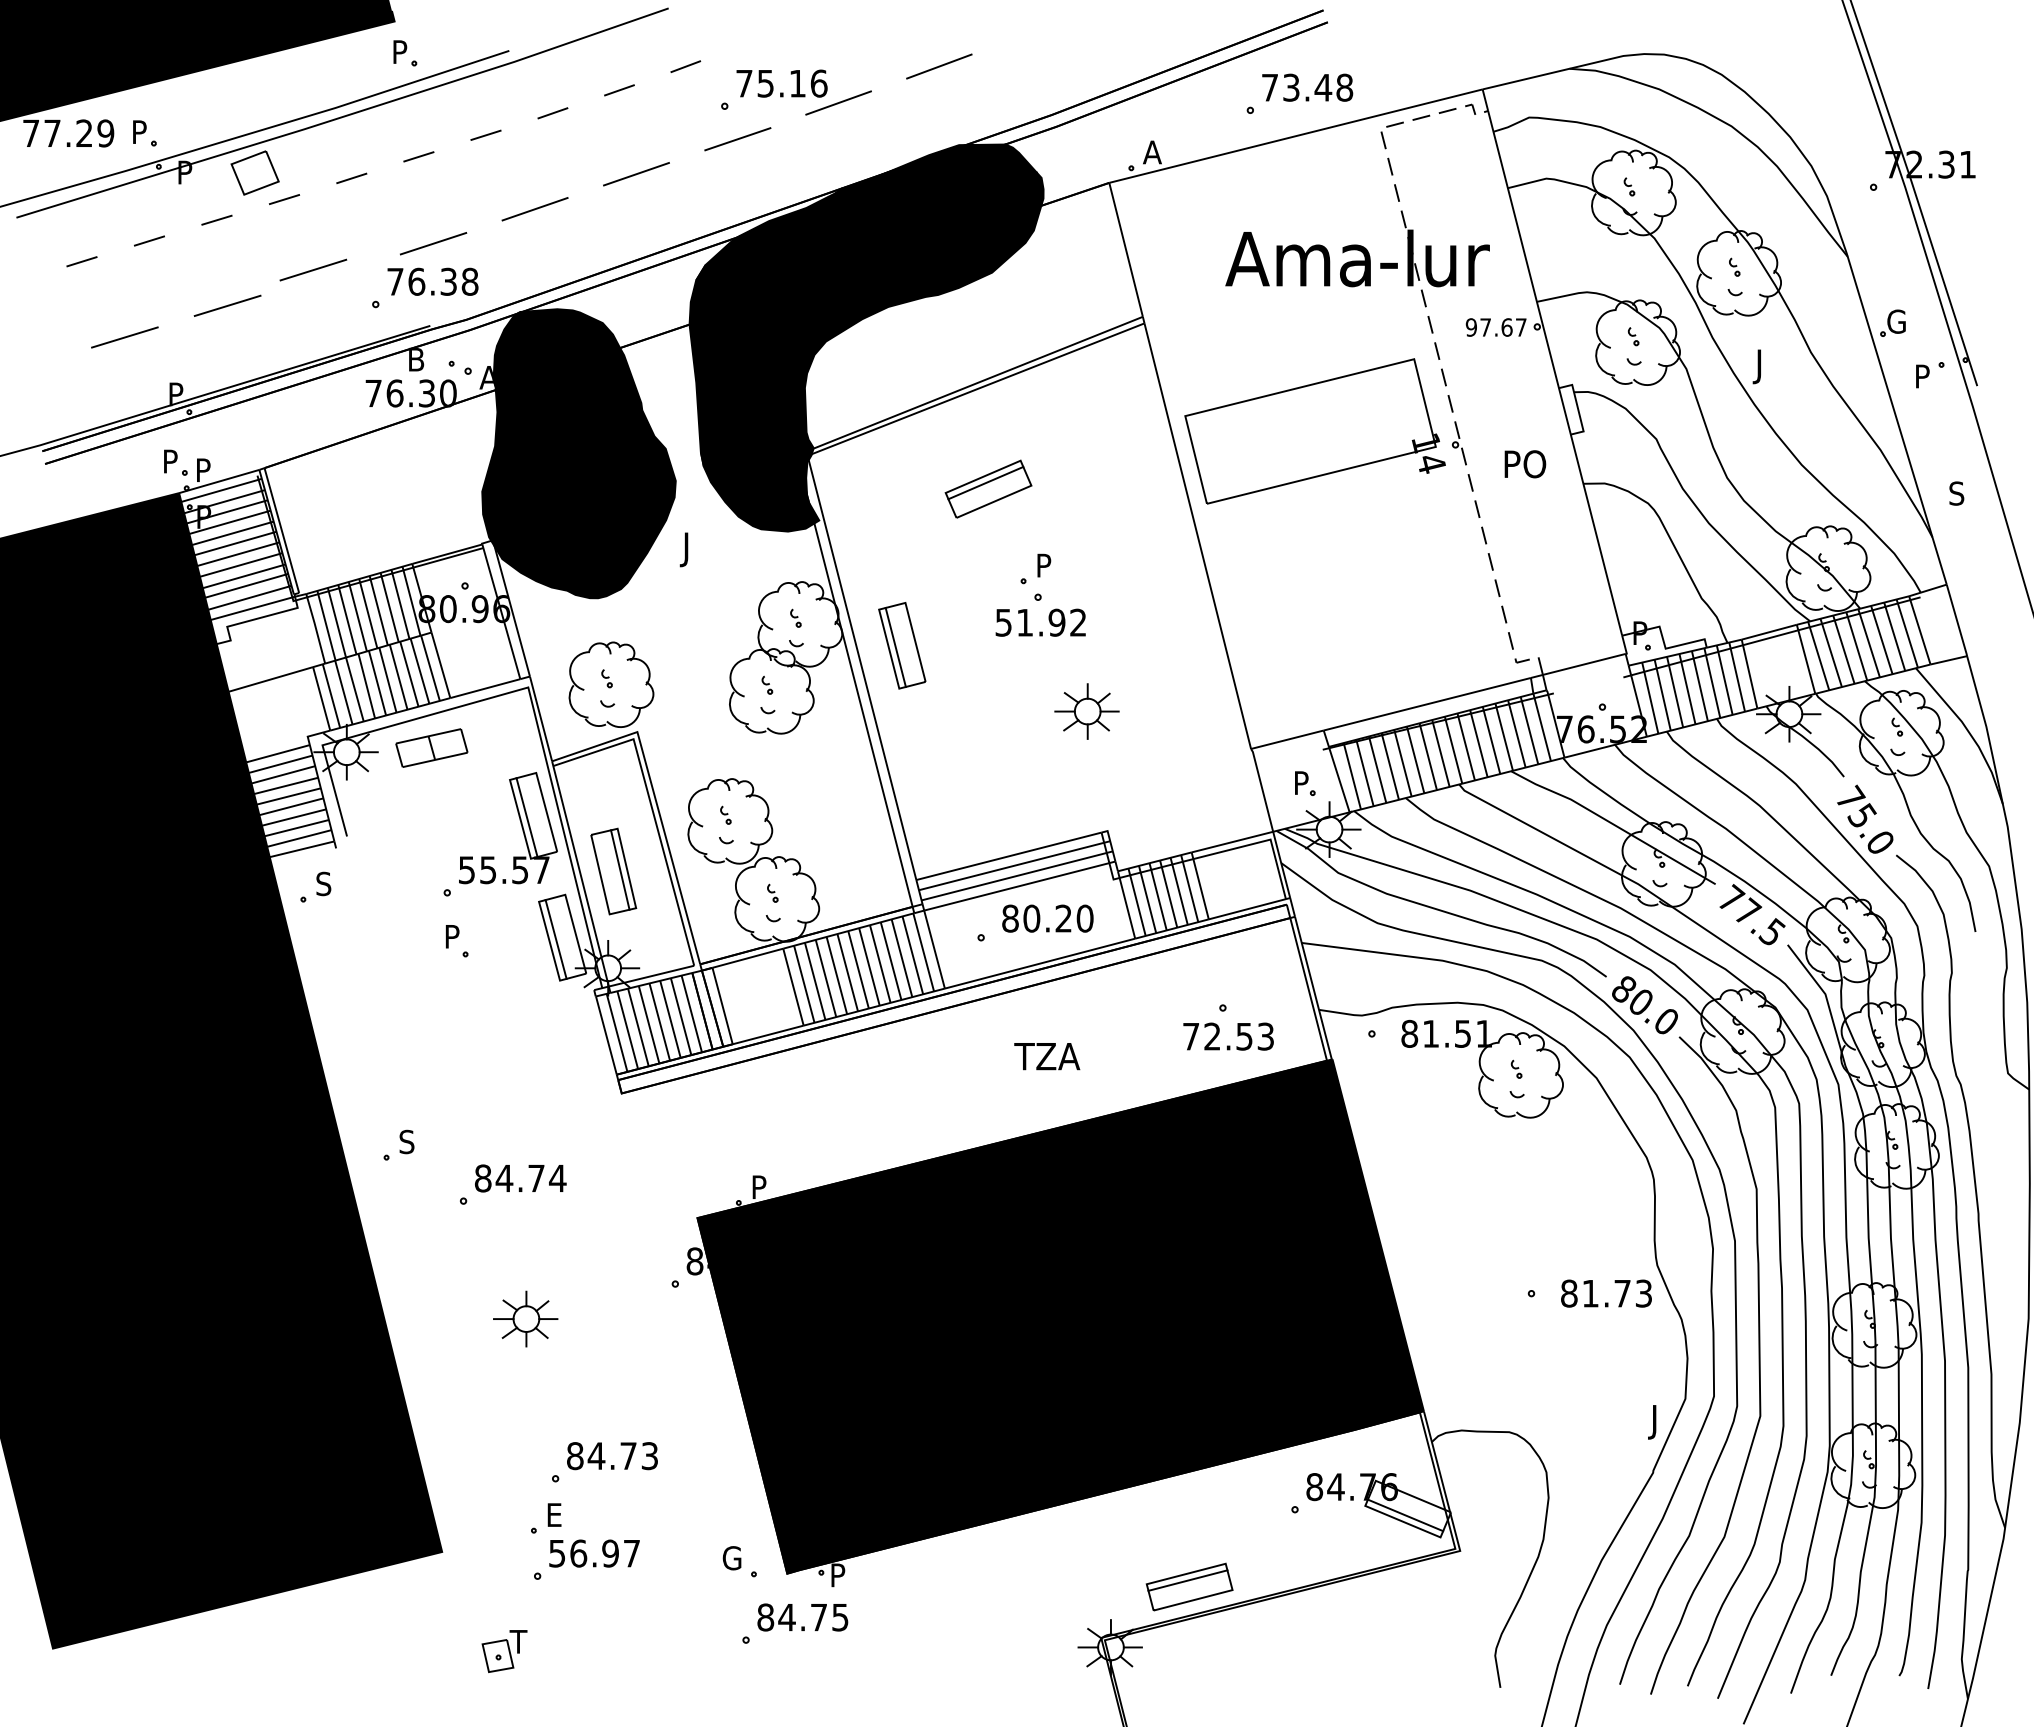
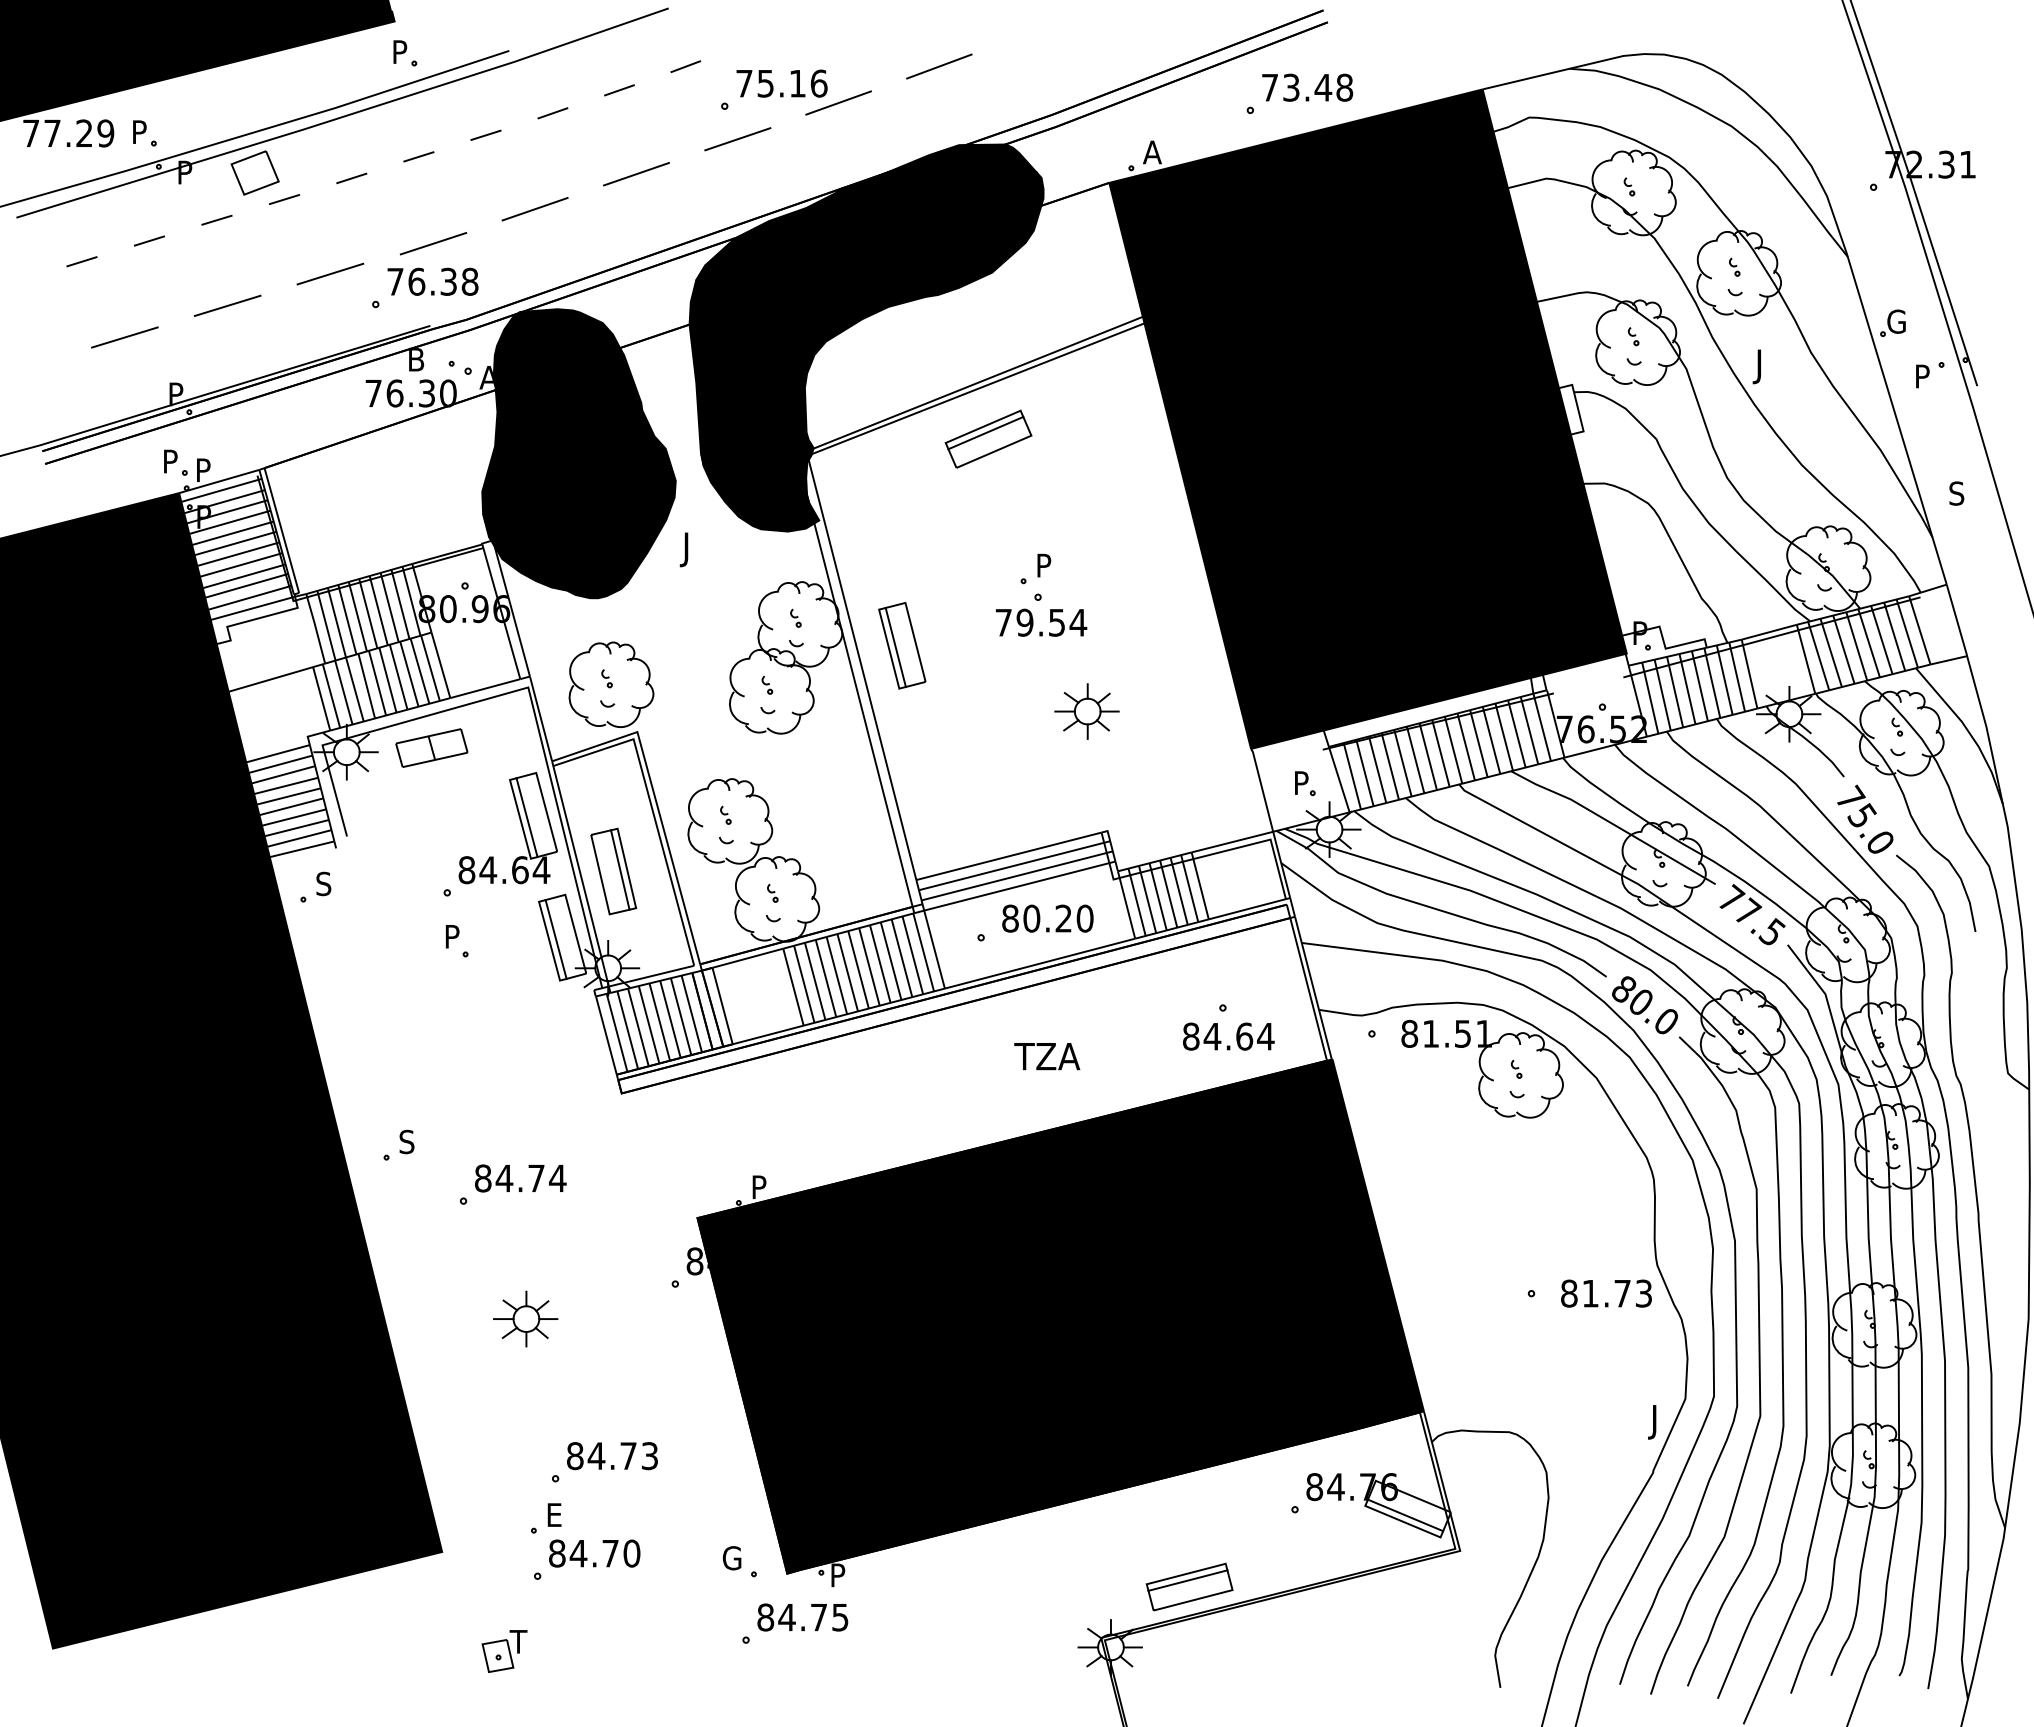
line at (313, 269) position: (313, 269) -> (330, 273)
fill at (1367, 418): none -> present
part at (988, 488) position: (988, 488) -> (988, 438)
text at (1041, 622): 51.92 -> 79.54
text at (504, 870): 55.57 -> 84.64
text at (1228, 1036): 72.53 -> 84.64
text at (594, 1553): 56.97 -> 84.70
